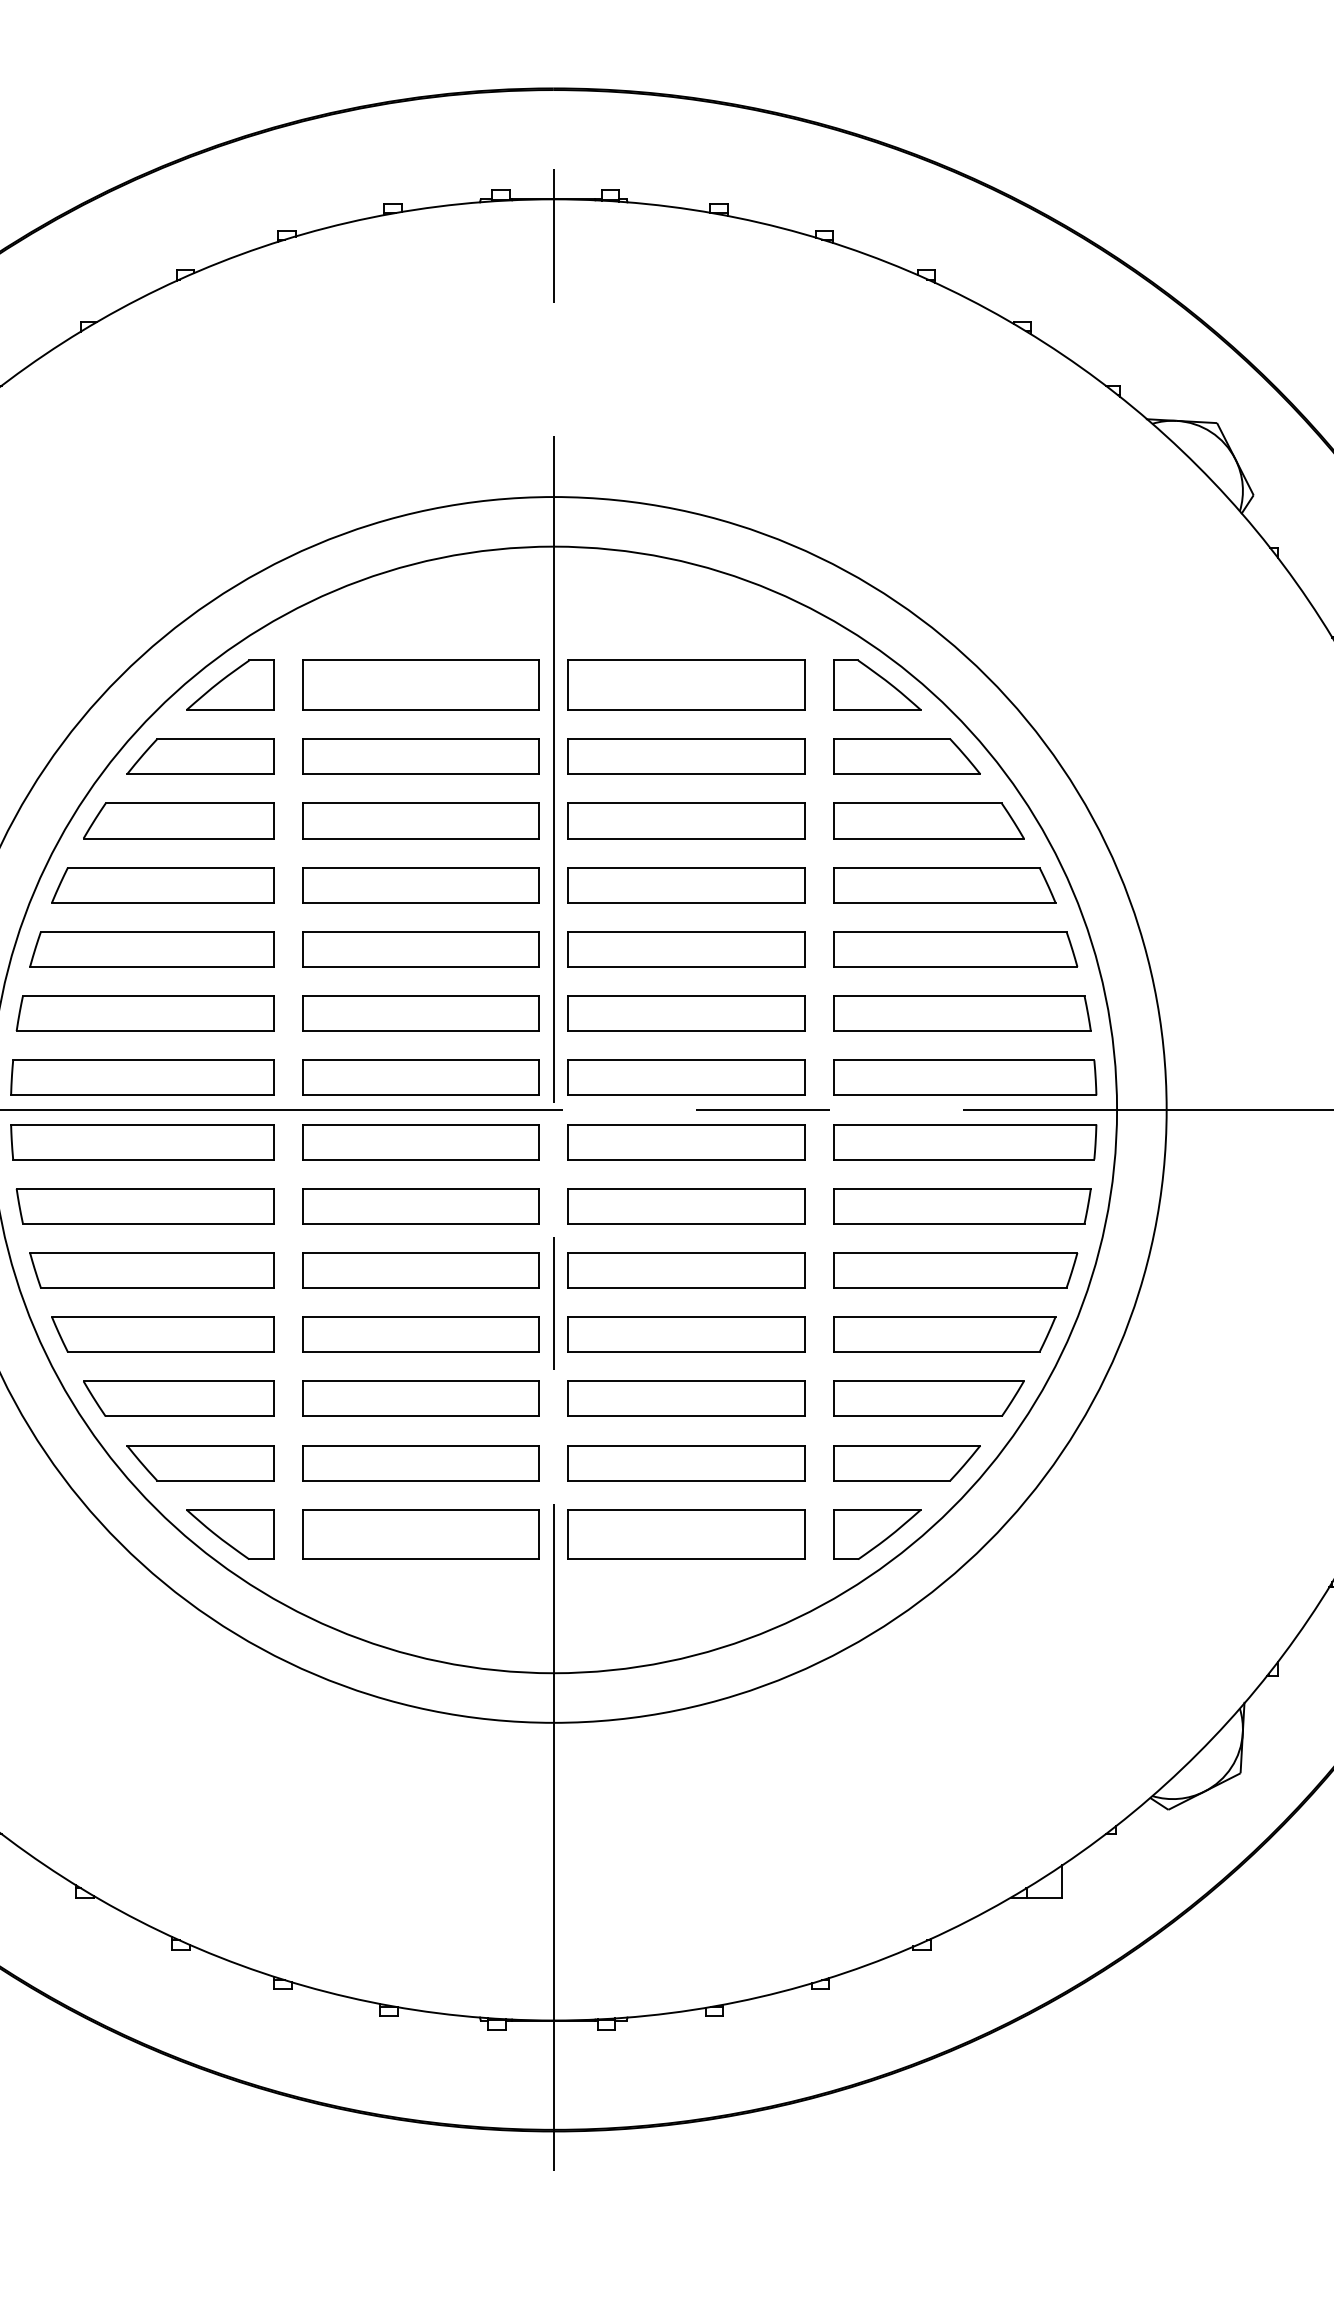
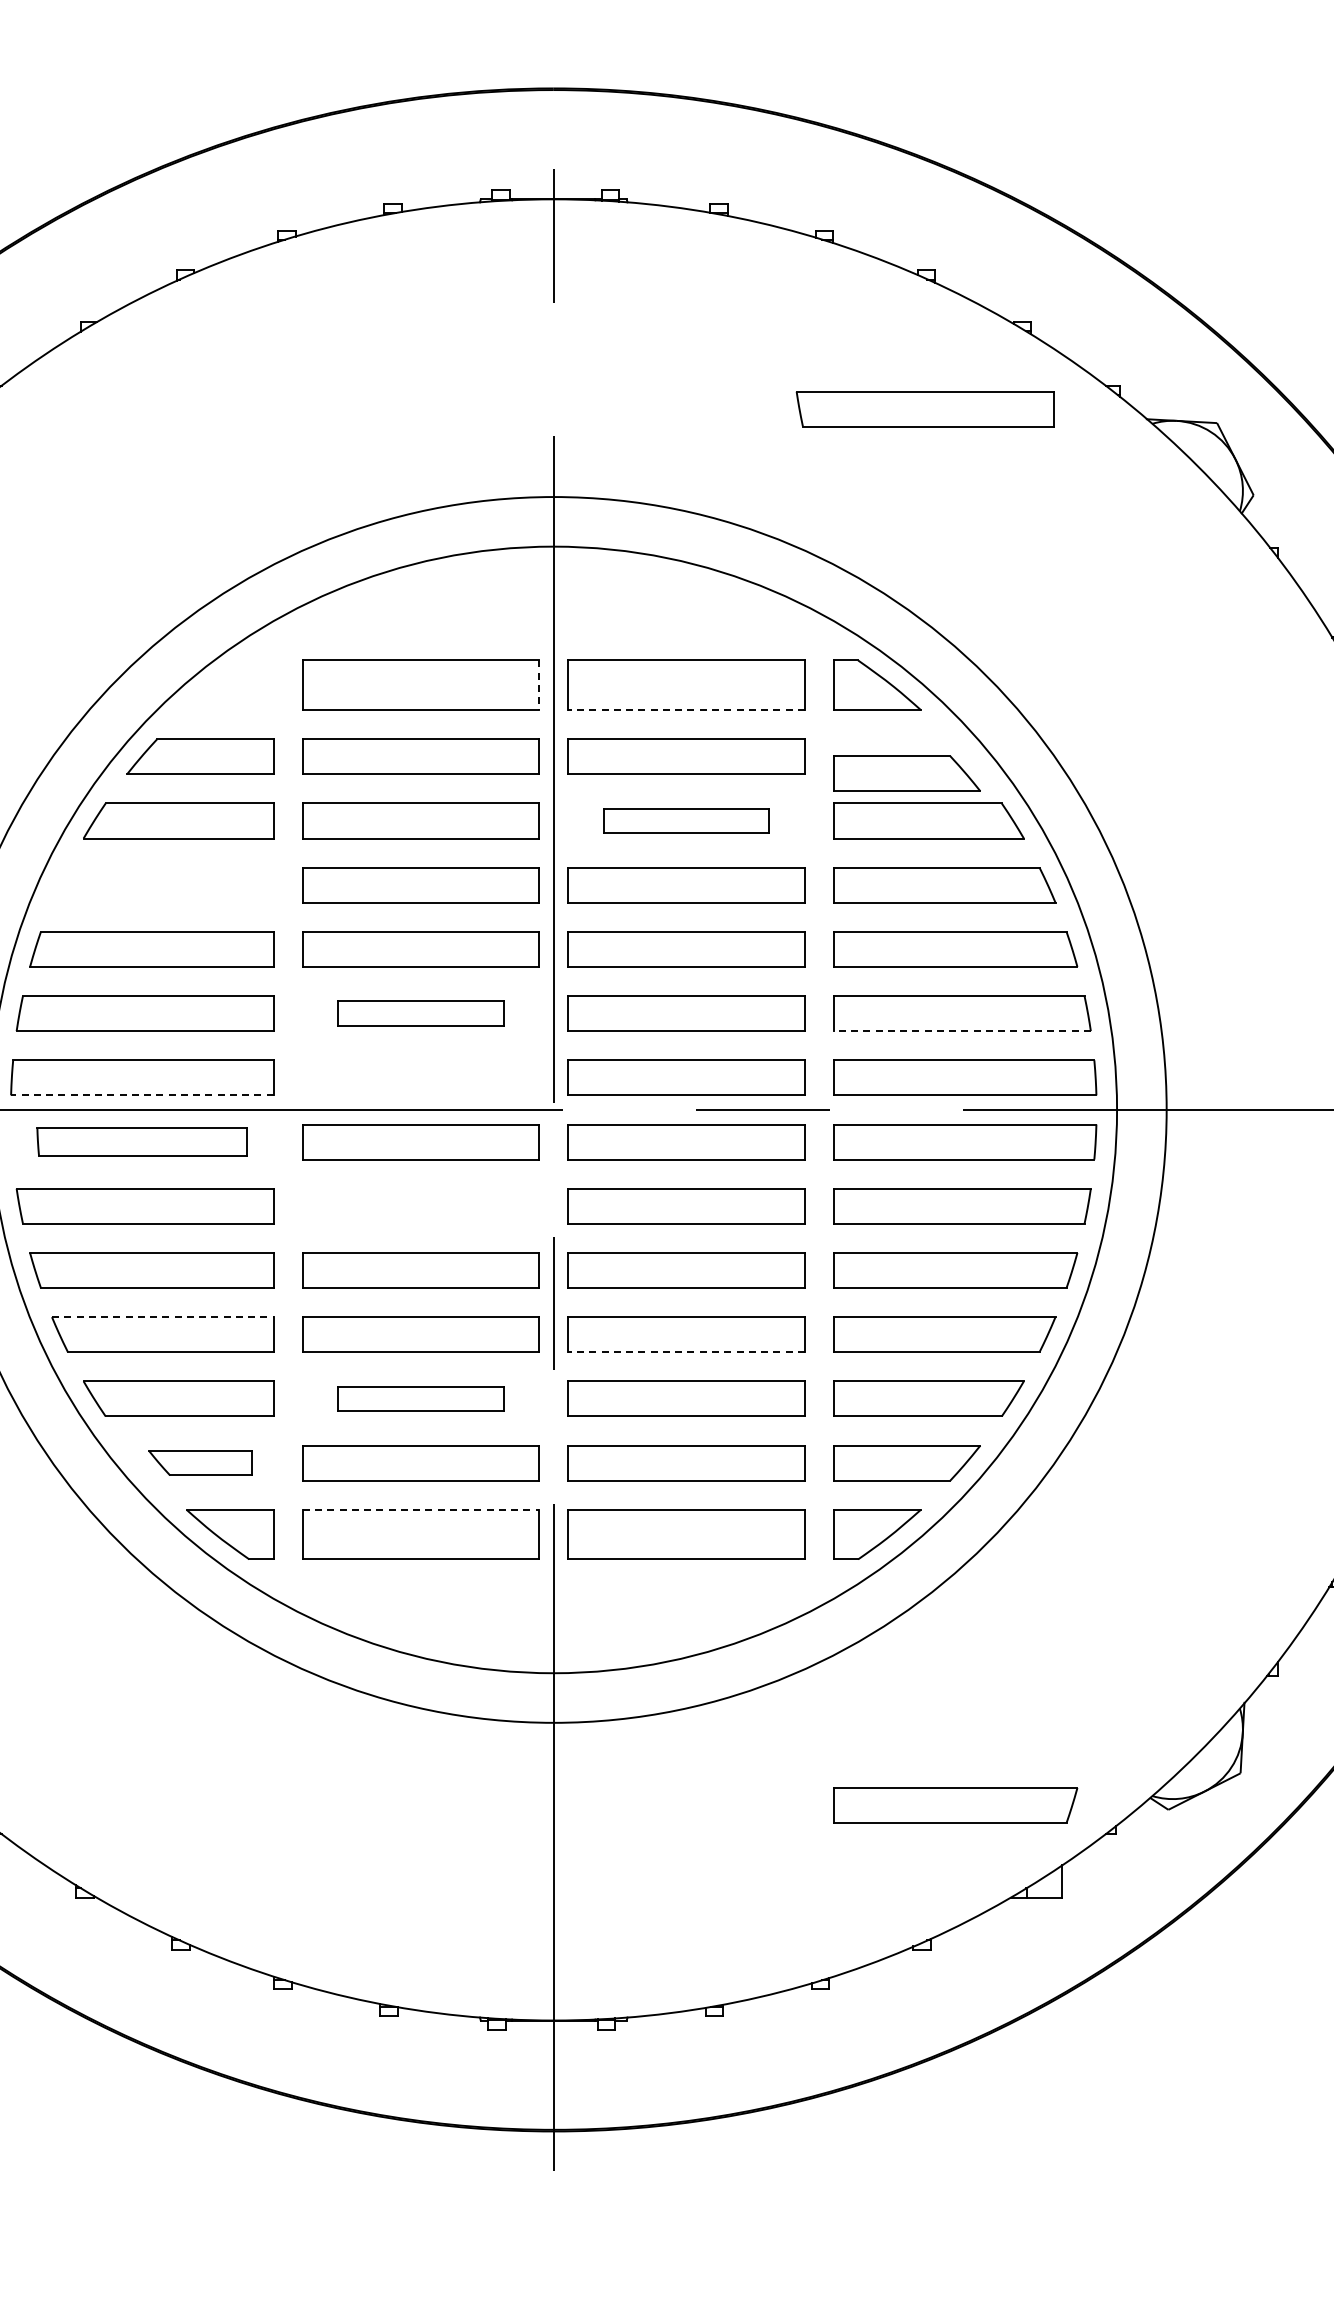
part at (924, 409): none -> present
part at (230, 684): present -> none
line at (539, 685): solid -> dashed
line at (686, 710): solid -> dashed
part at (906, 756) position: (906, 756) -> (906, 773)
part at (686, 820) size: 239x38 px -> 167x26 px
part at (162, 885): present -> none
part at (420, 1013) size: 238x37 px -> 168x27 px
line at (961, 1031): solid -> dashed
part at (420, 1077): present -> none
line at (141, 1095): solid -> dashed
part at (142, 1142) size: 265x37 px -> 212x30 px
part at (420, 1206): present -> none
line at (162, 1317): solid -> dashed
line at (686, 1352): solid -> dashed
part at (420, 1398) size: 238x37 px -> 168x26 px
part at (200, 1463) size: 149x37 px -> 105x26 px
line at (421, 1509): solid -> dashed
part at (955, 1805): none -> present
